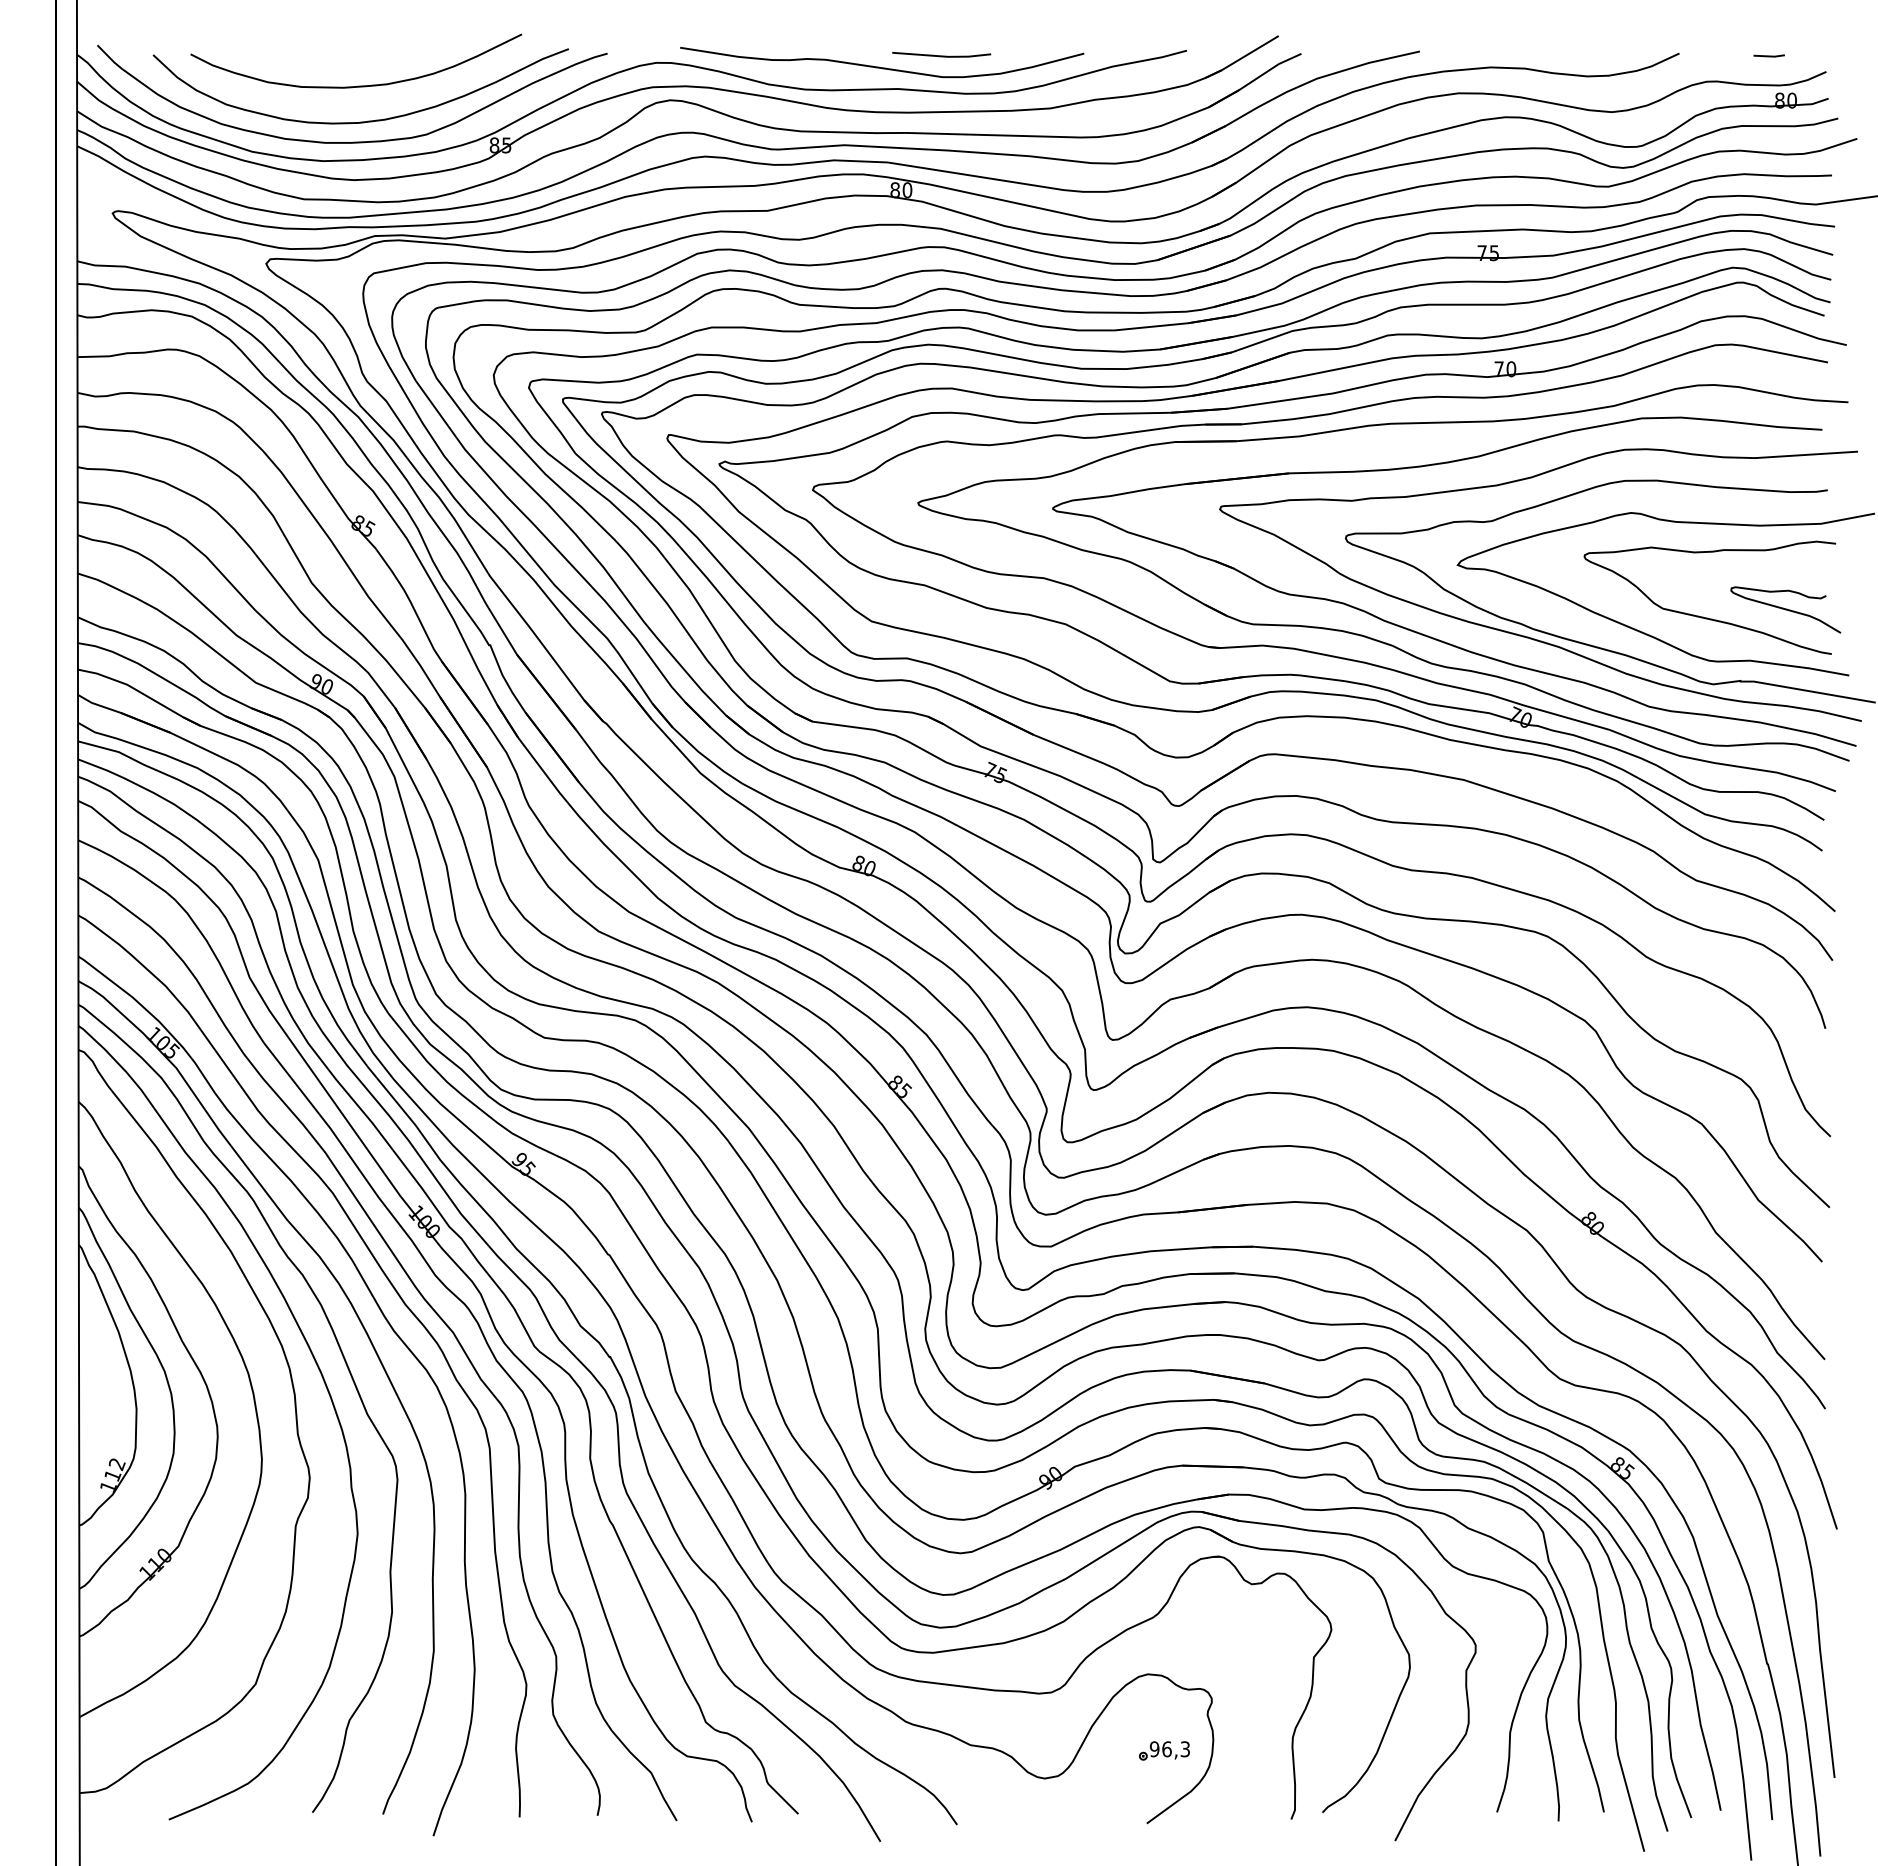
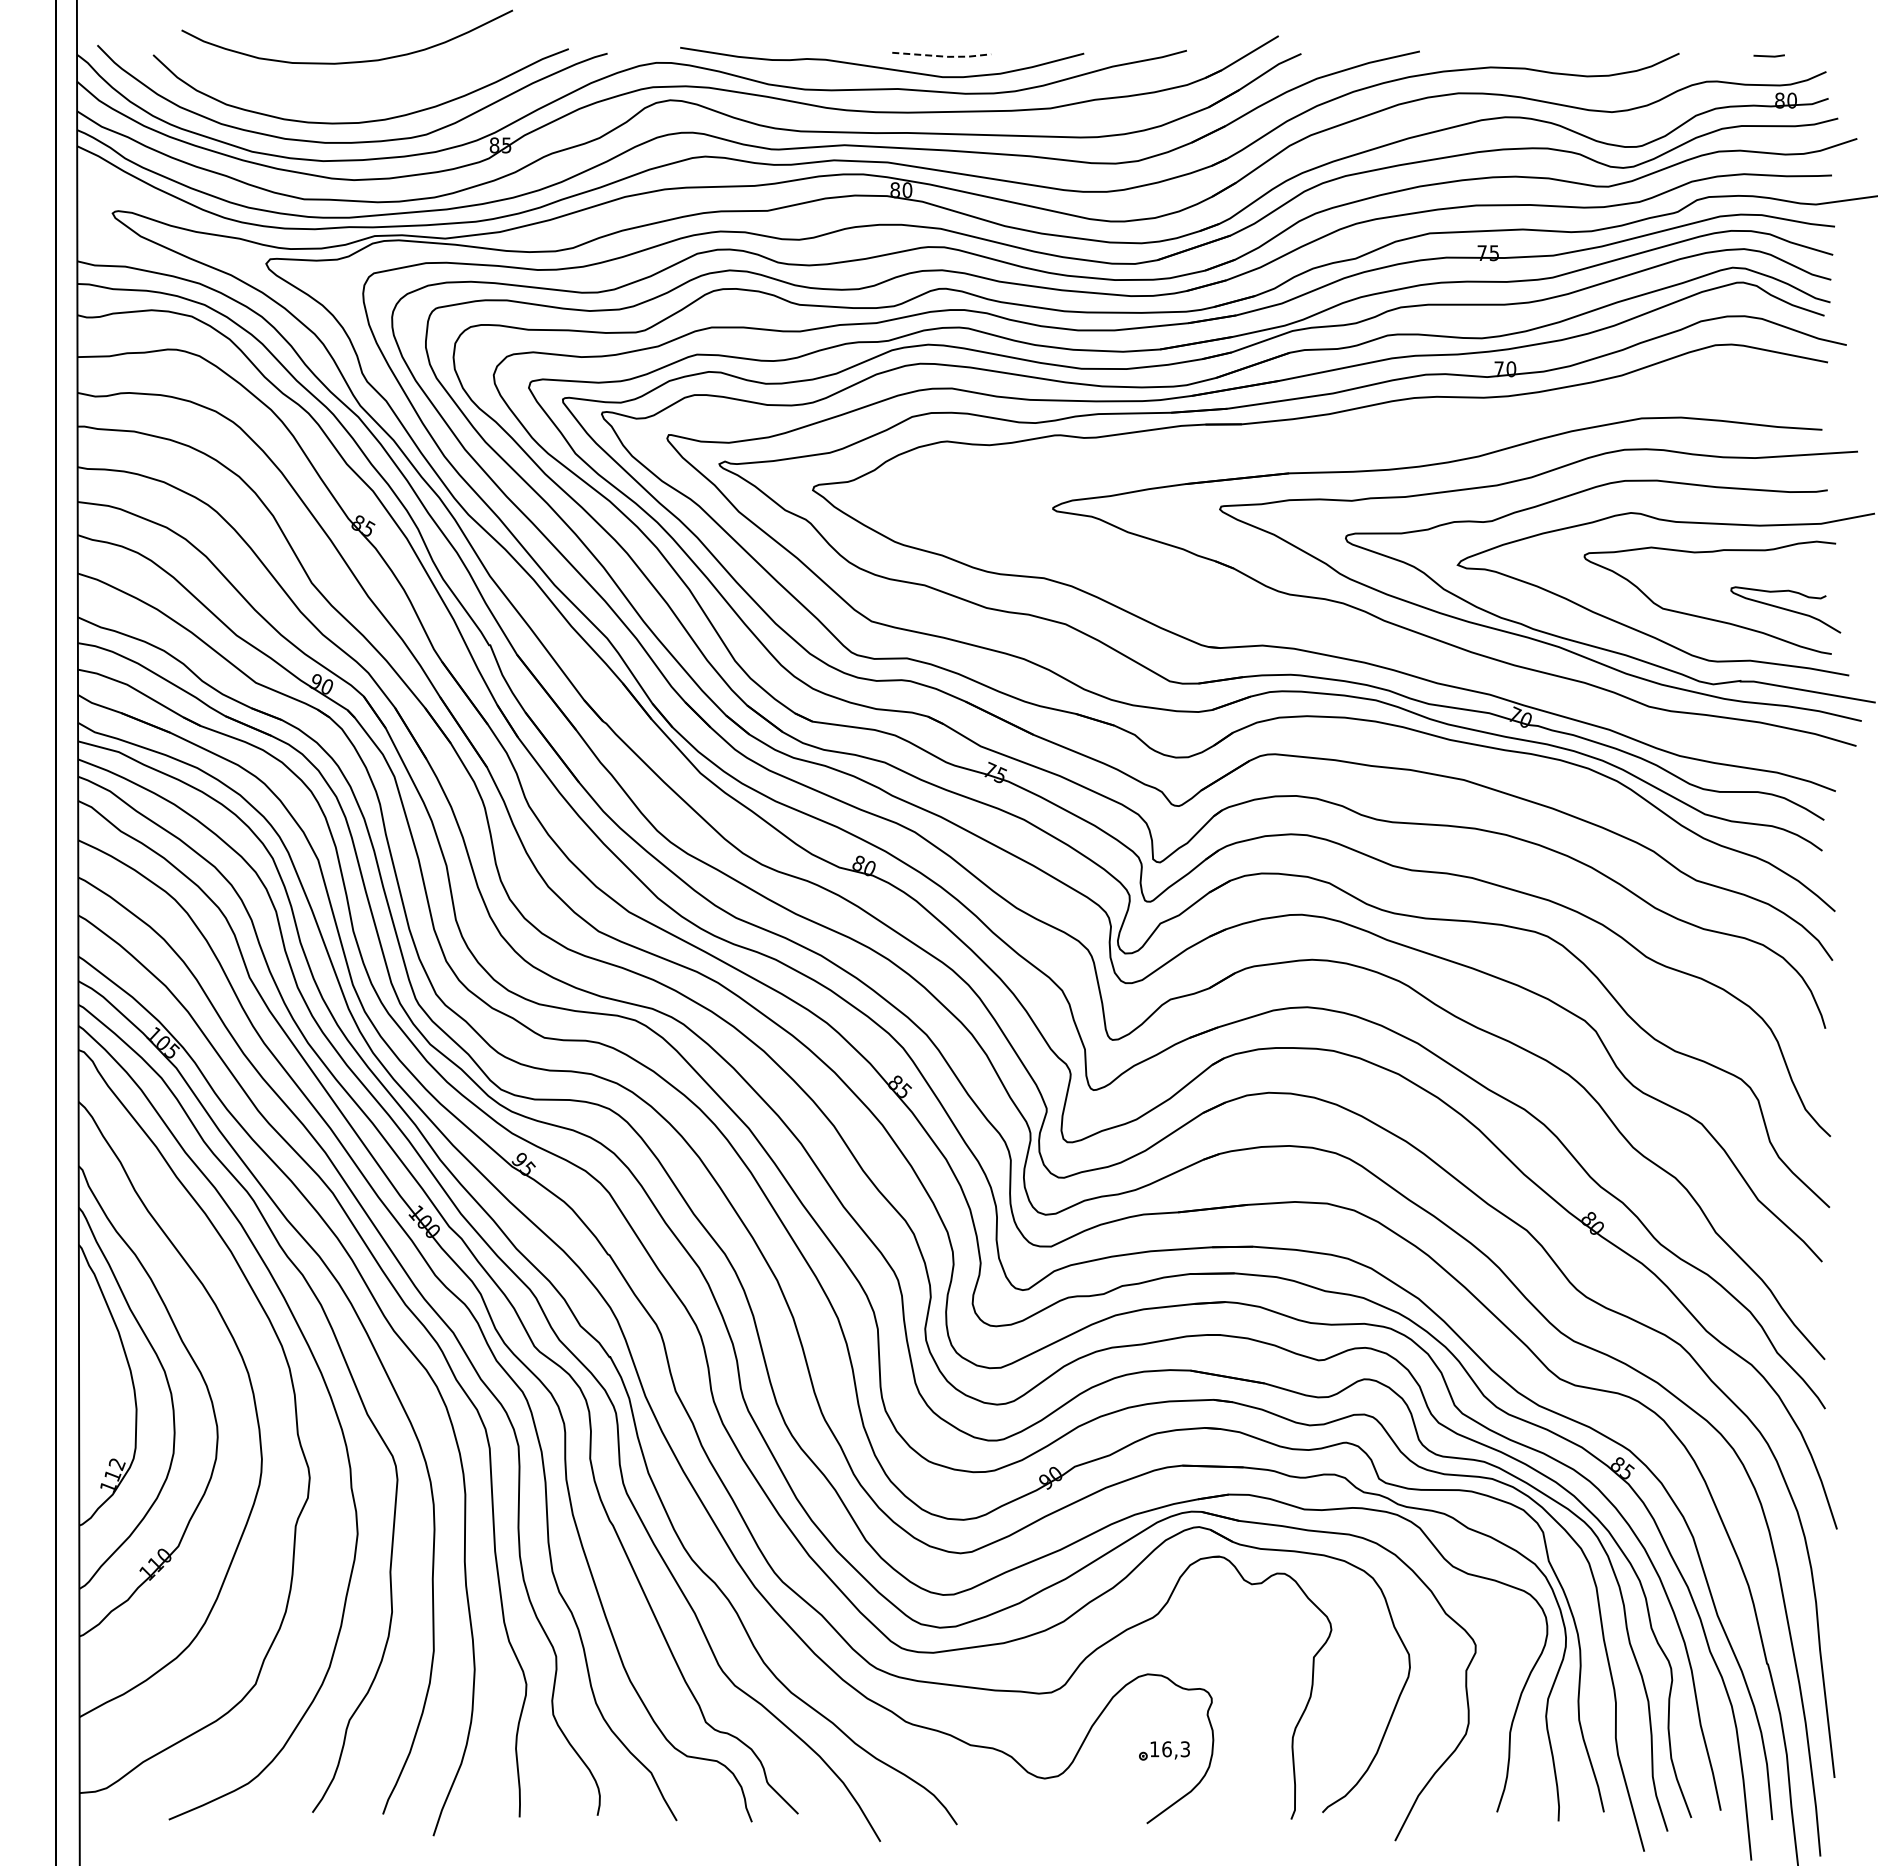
line at (943, 56): solid -> dashed
curve at (357, 85) position: (357, 85) -> (348, 61)
part at (1362, 634): present -> none
text at (1154, 1749): 96,3 -> 16,3
